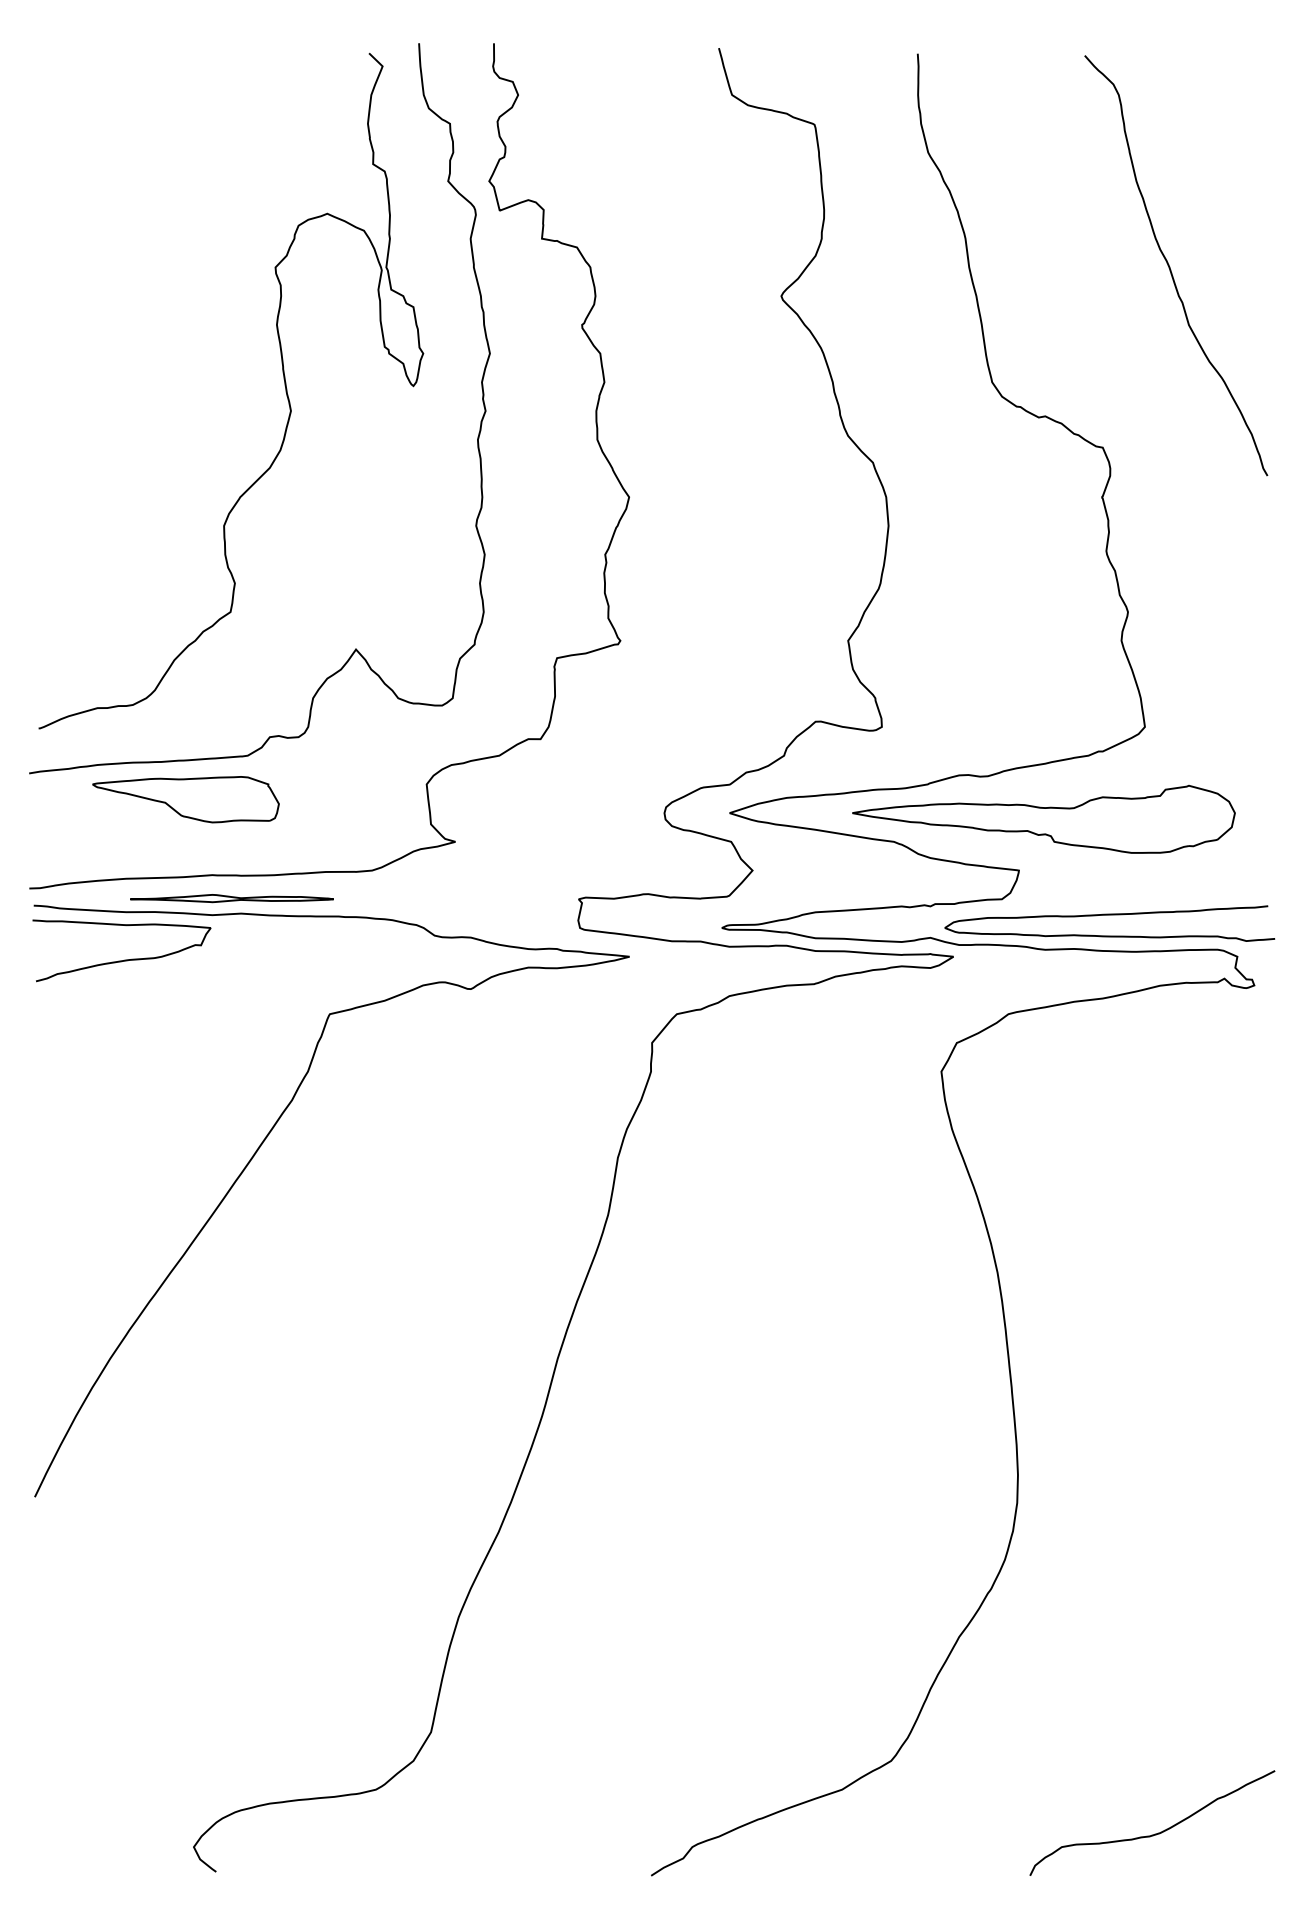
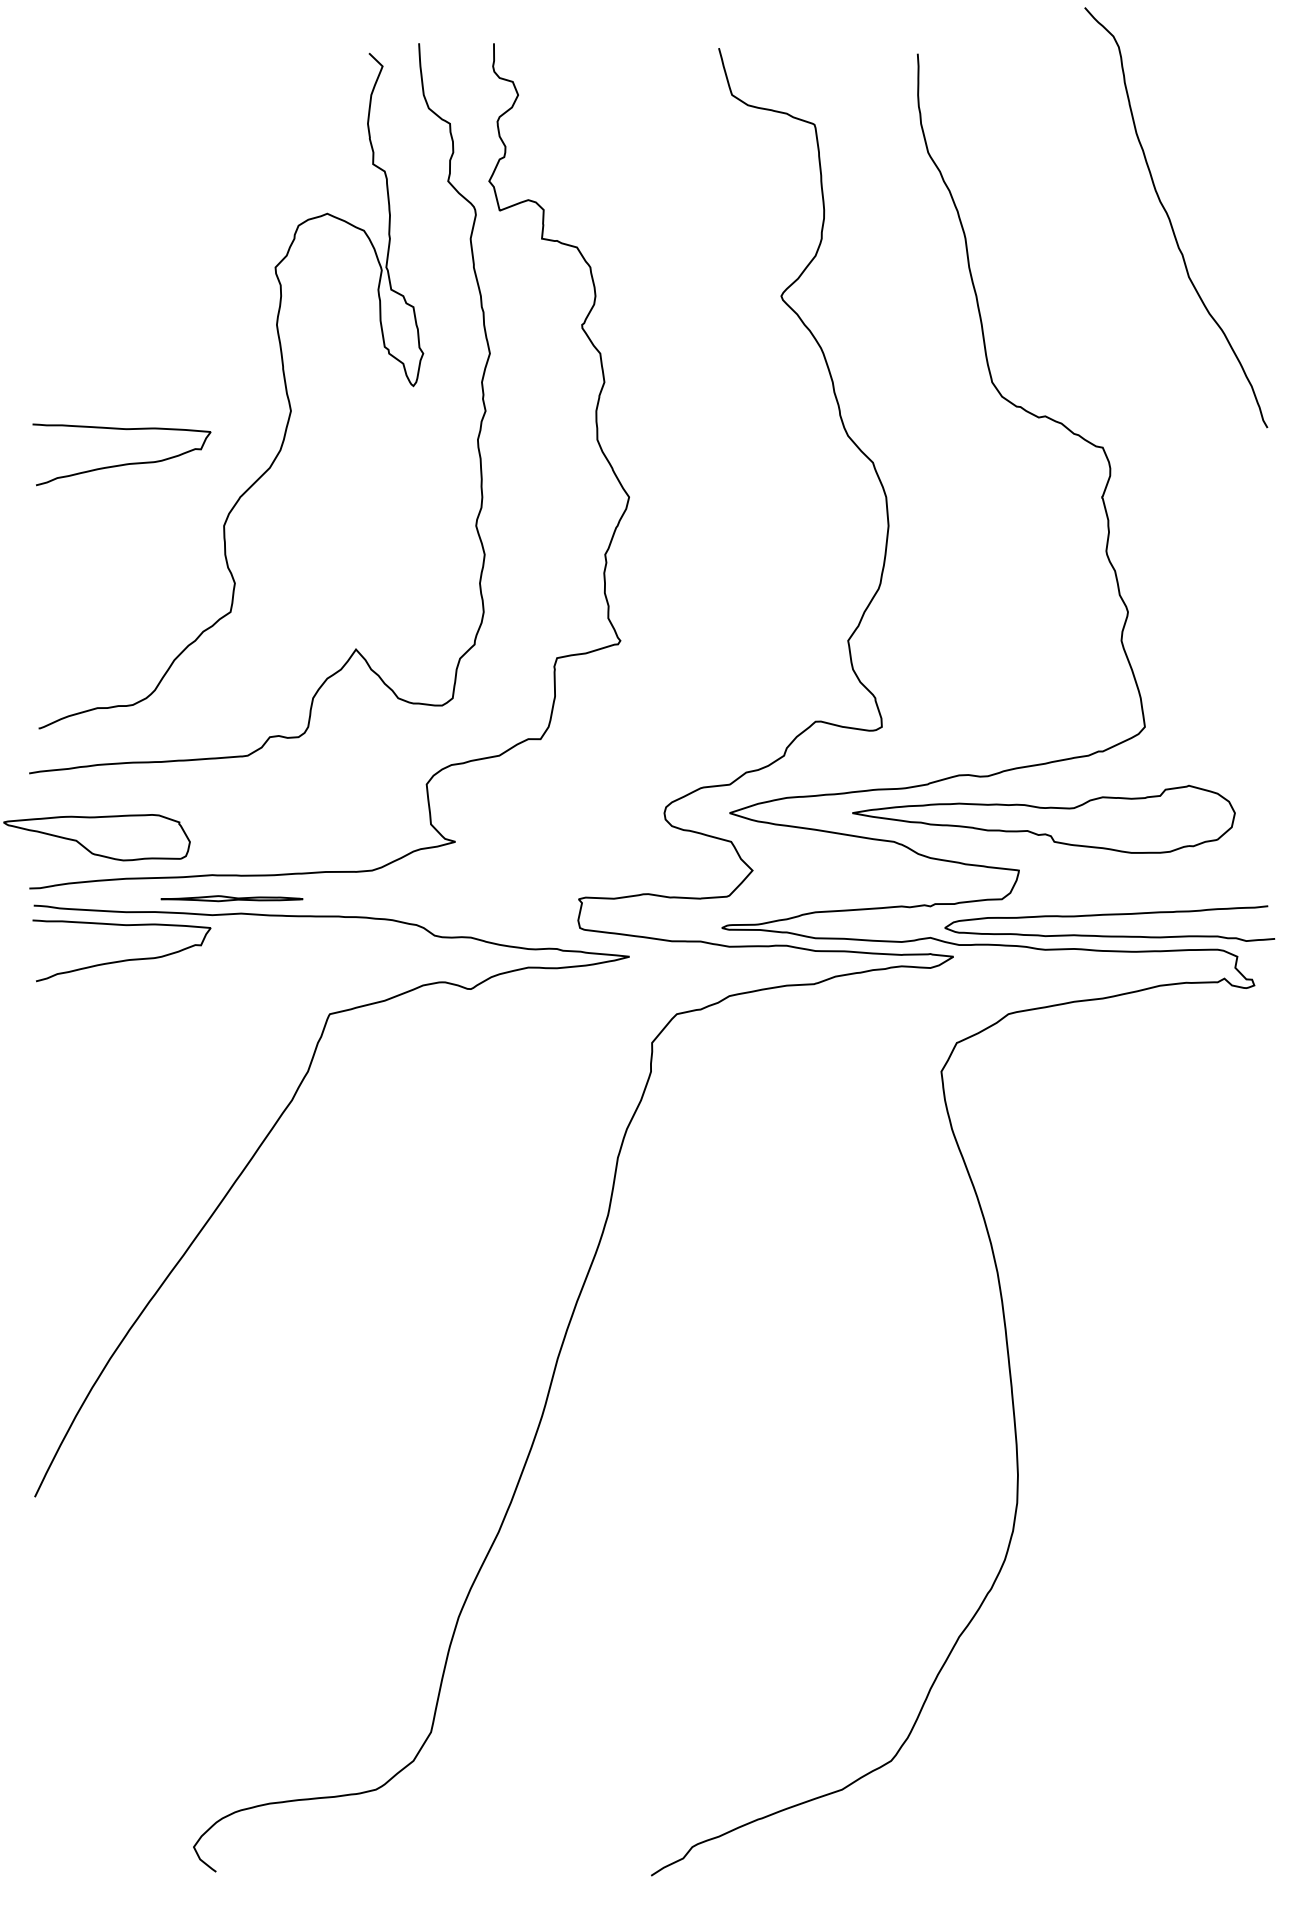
curve at (1170, 266) position: (1170, 266) -> (1170, 218)
curve at (124, 463): none -> present
part at (185, 799) position: (185, 799) -> (96, 837)
part at (231, 898) size: 204x10 px -> 144x8 px
curve at (1155, 1833): present -> none
